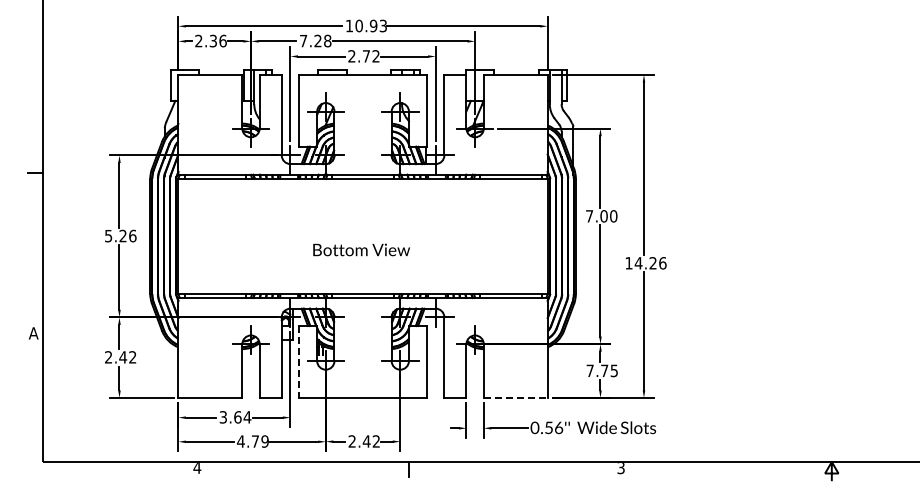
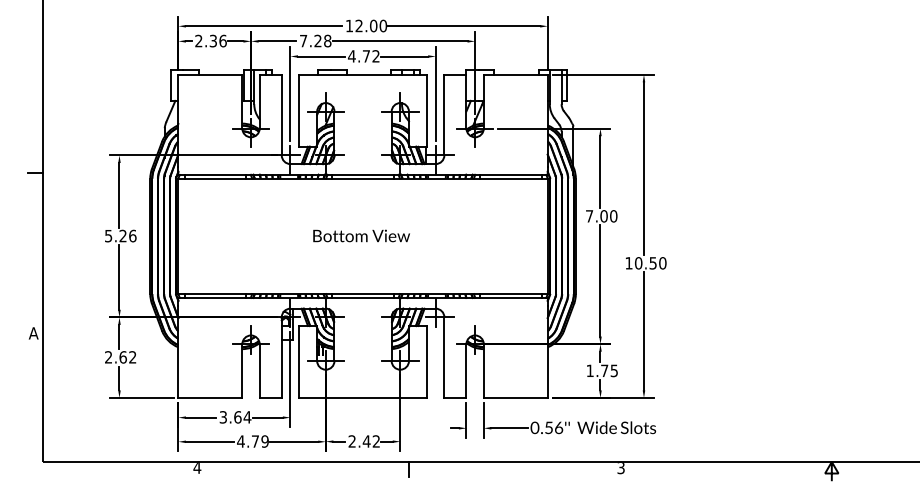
text at (371, 25): 10.93 -> 12.00
text at (351, 56): 2.72 -> 4.72
text at (361, 249) position: (361, 249) -> (361, 235)
text at (650, 263): 14.26 -> 10.50
text at (123, 357): 2.42 -> 2.62
line at (299, 362): dashed -> solid
text at (589, 370): 7.75 -> 1.75
line at (515, 398): dashed -> solid
